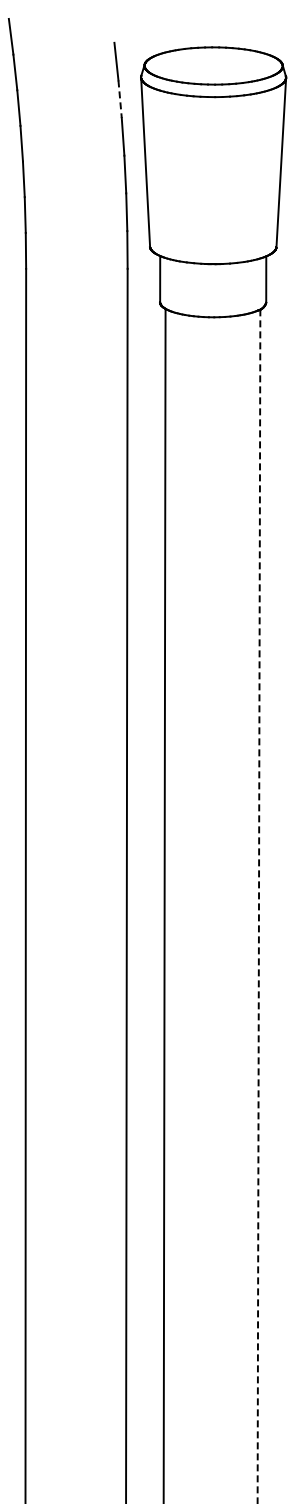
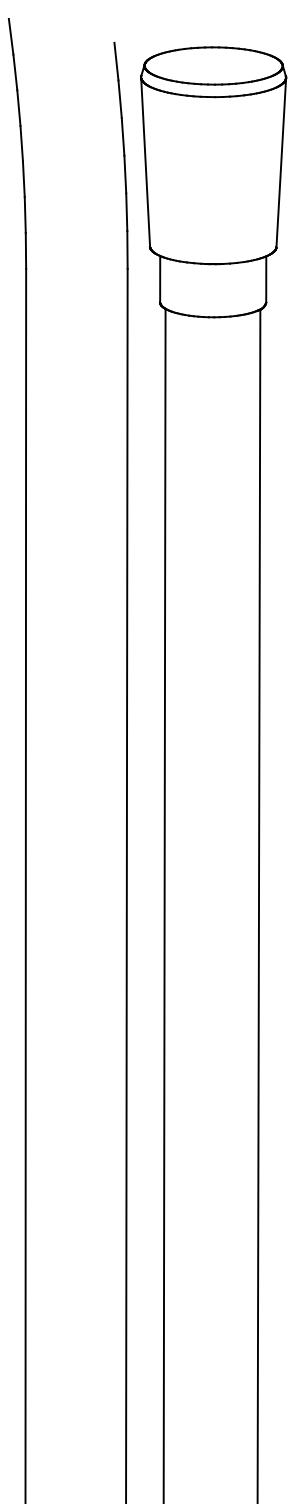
line at (120, 99): dashed -> solid
line at (258, 906): dashed -> solid
